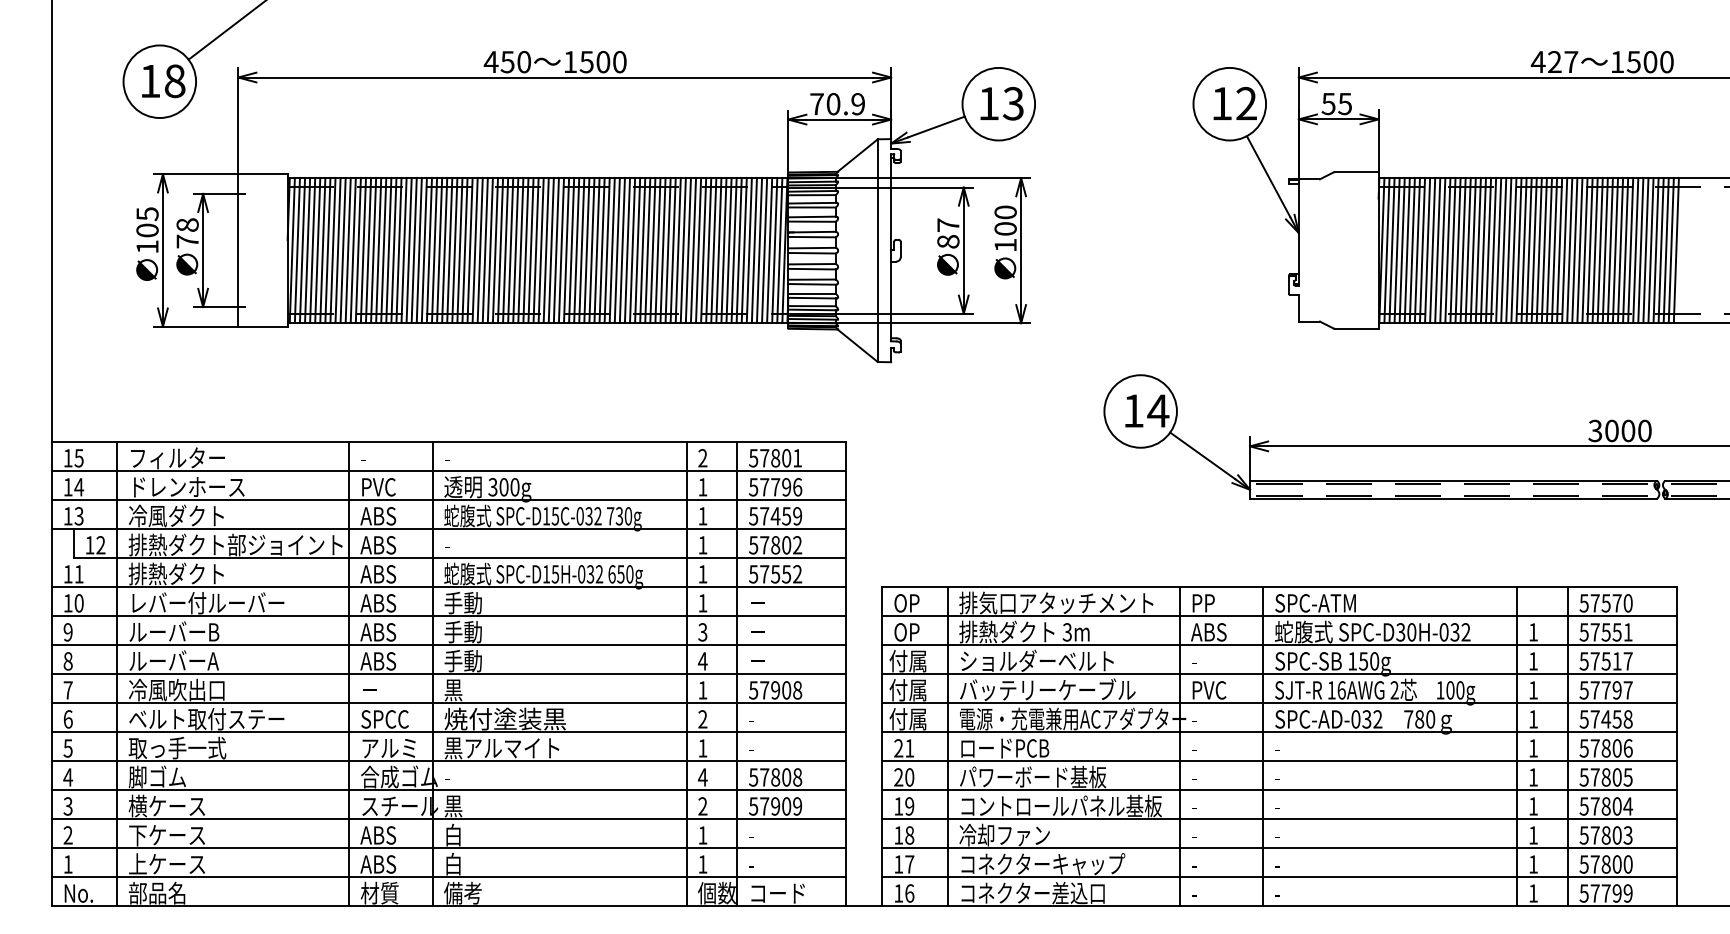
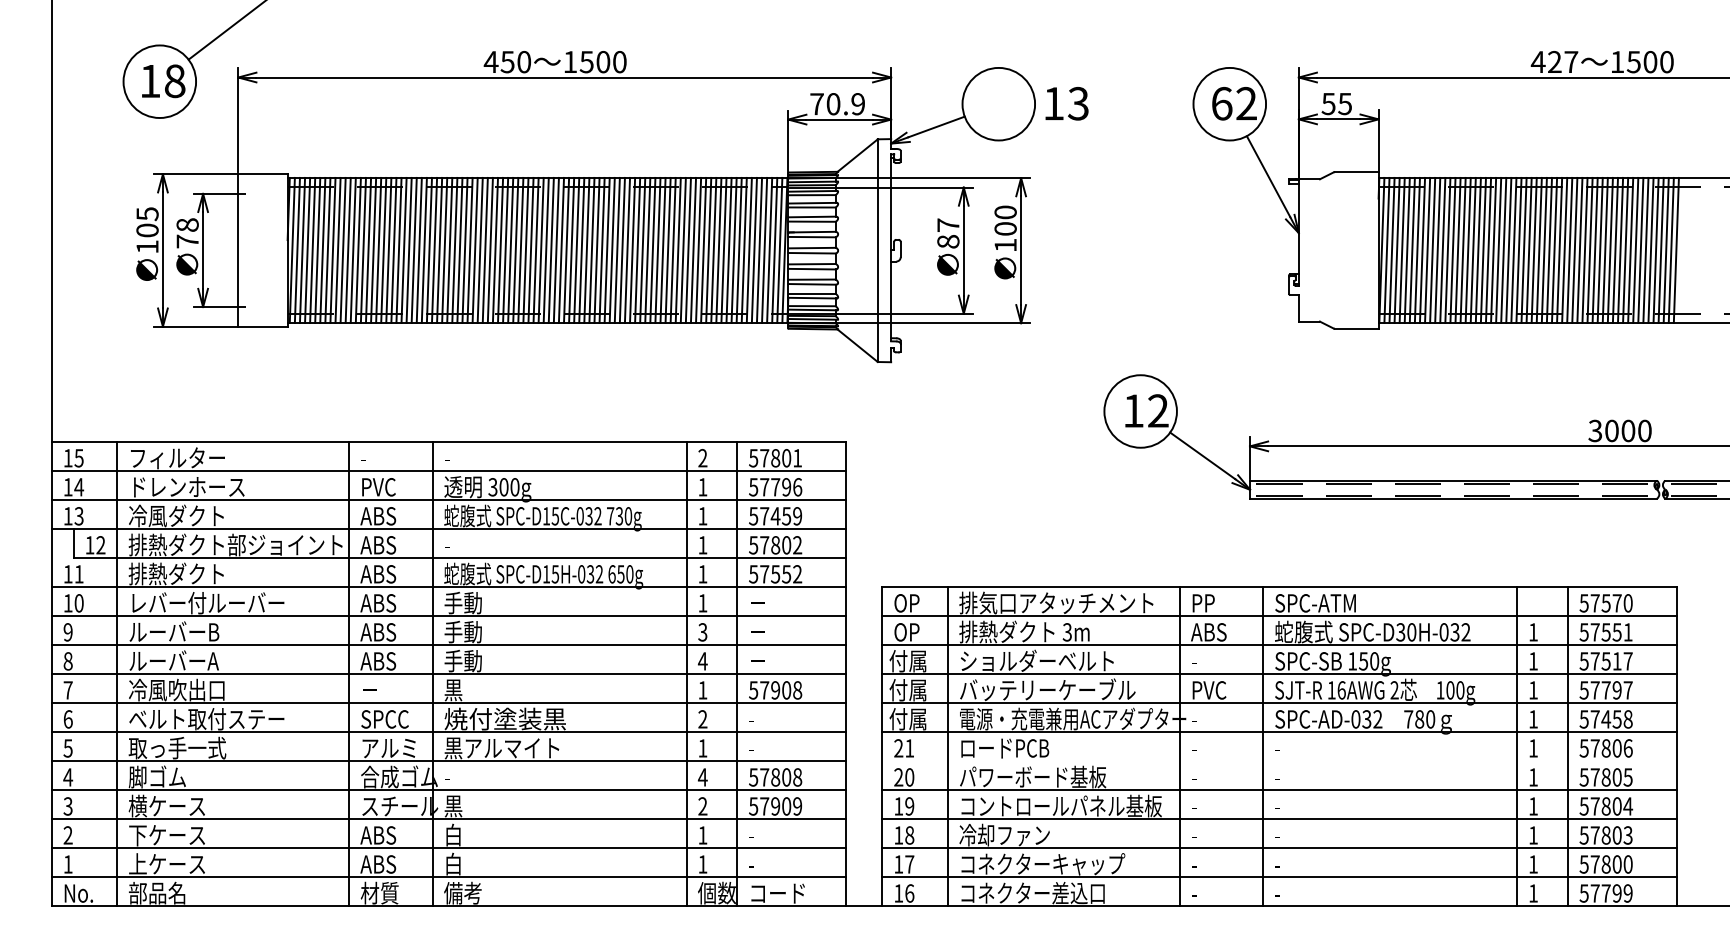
text at (1001, 103) position: (1001, 103) -> (1066, 103)
text at (1222, 103): 12 -> 62
text at (1158, 410): 14 -> 12
line at (1279, 761): present -> none
